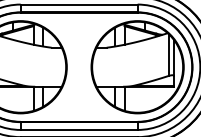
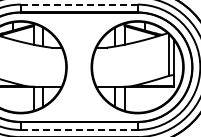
line at (79, 4): solid -> dashed
line at (78, 129): solid -> dashed
